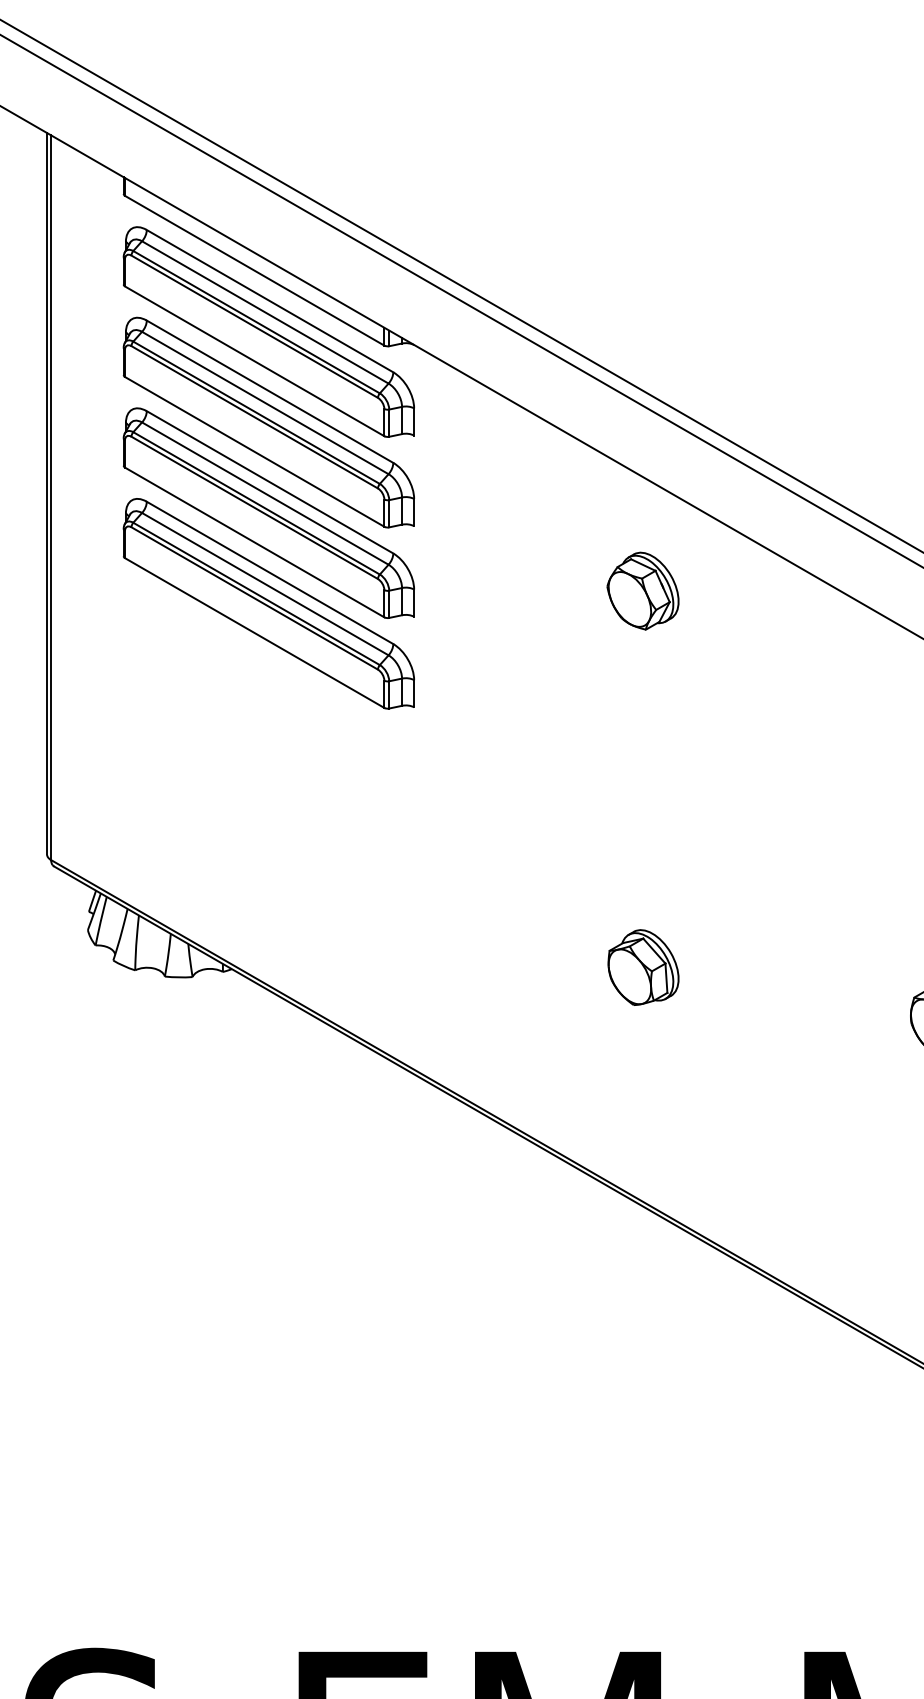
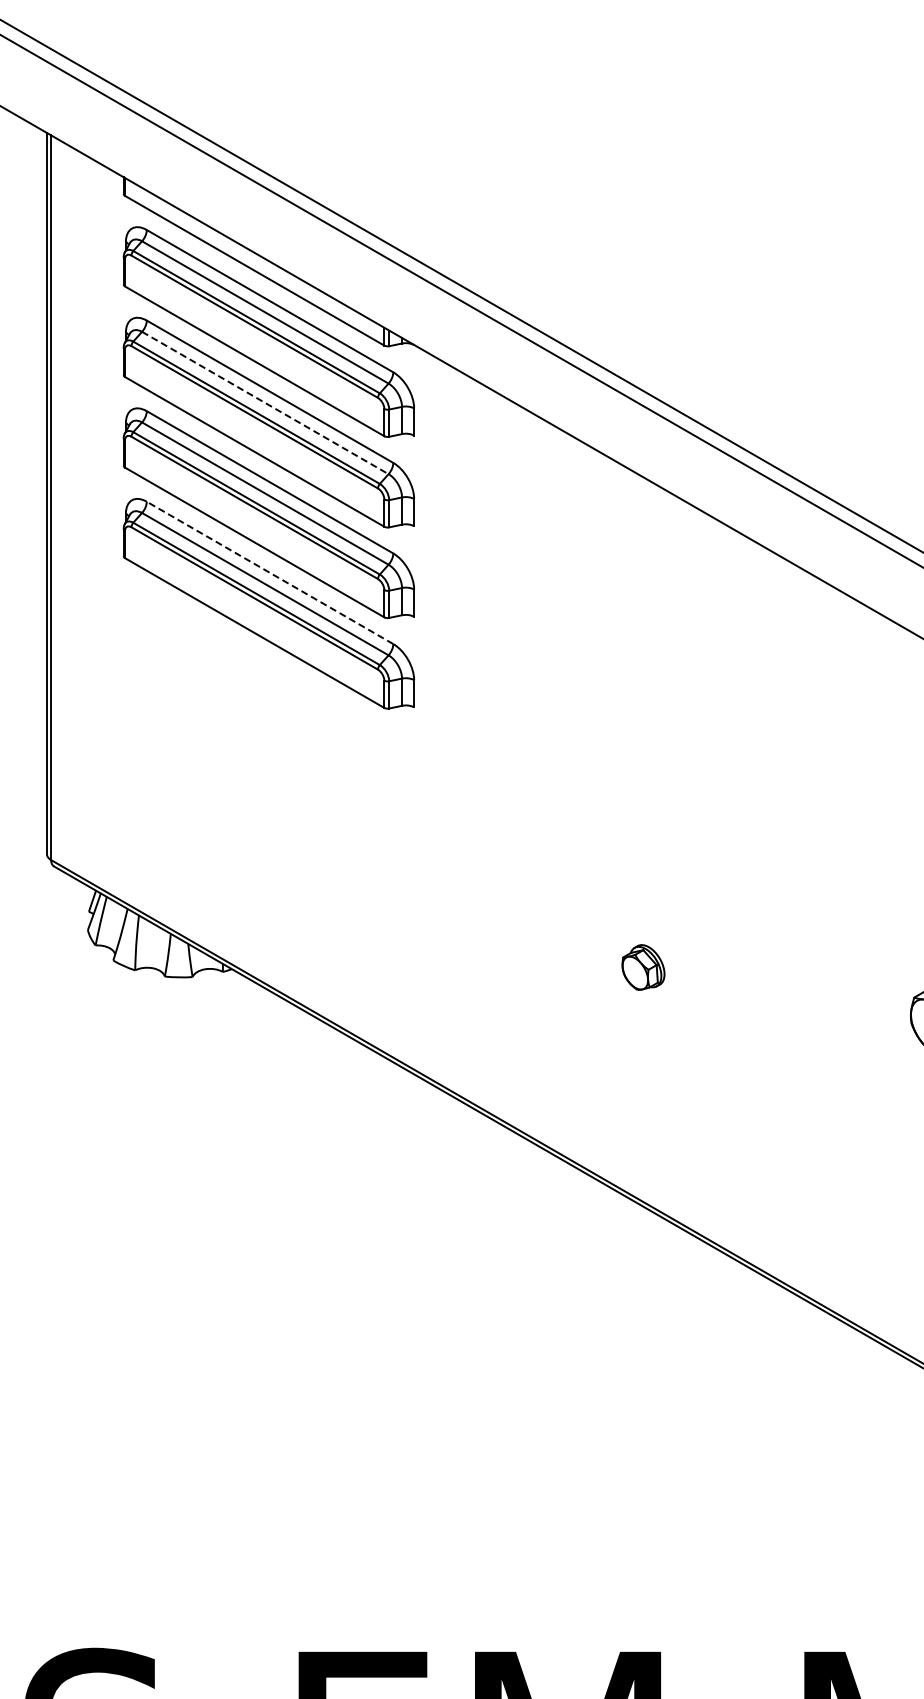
line at (265, 403): solid -> dashed
line at (269, 572): solid -> dashed
part at (642, 590): present -> none
part at (643, 967) size: 73x77 px -> 45x47 px
